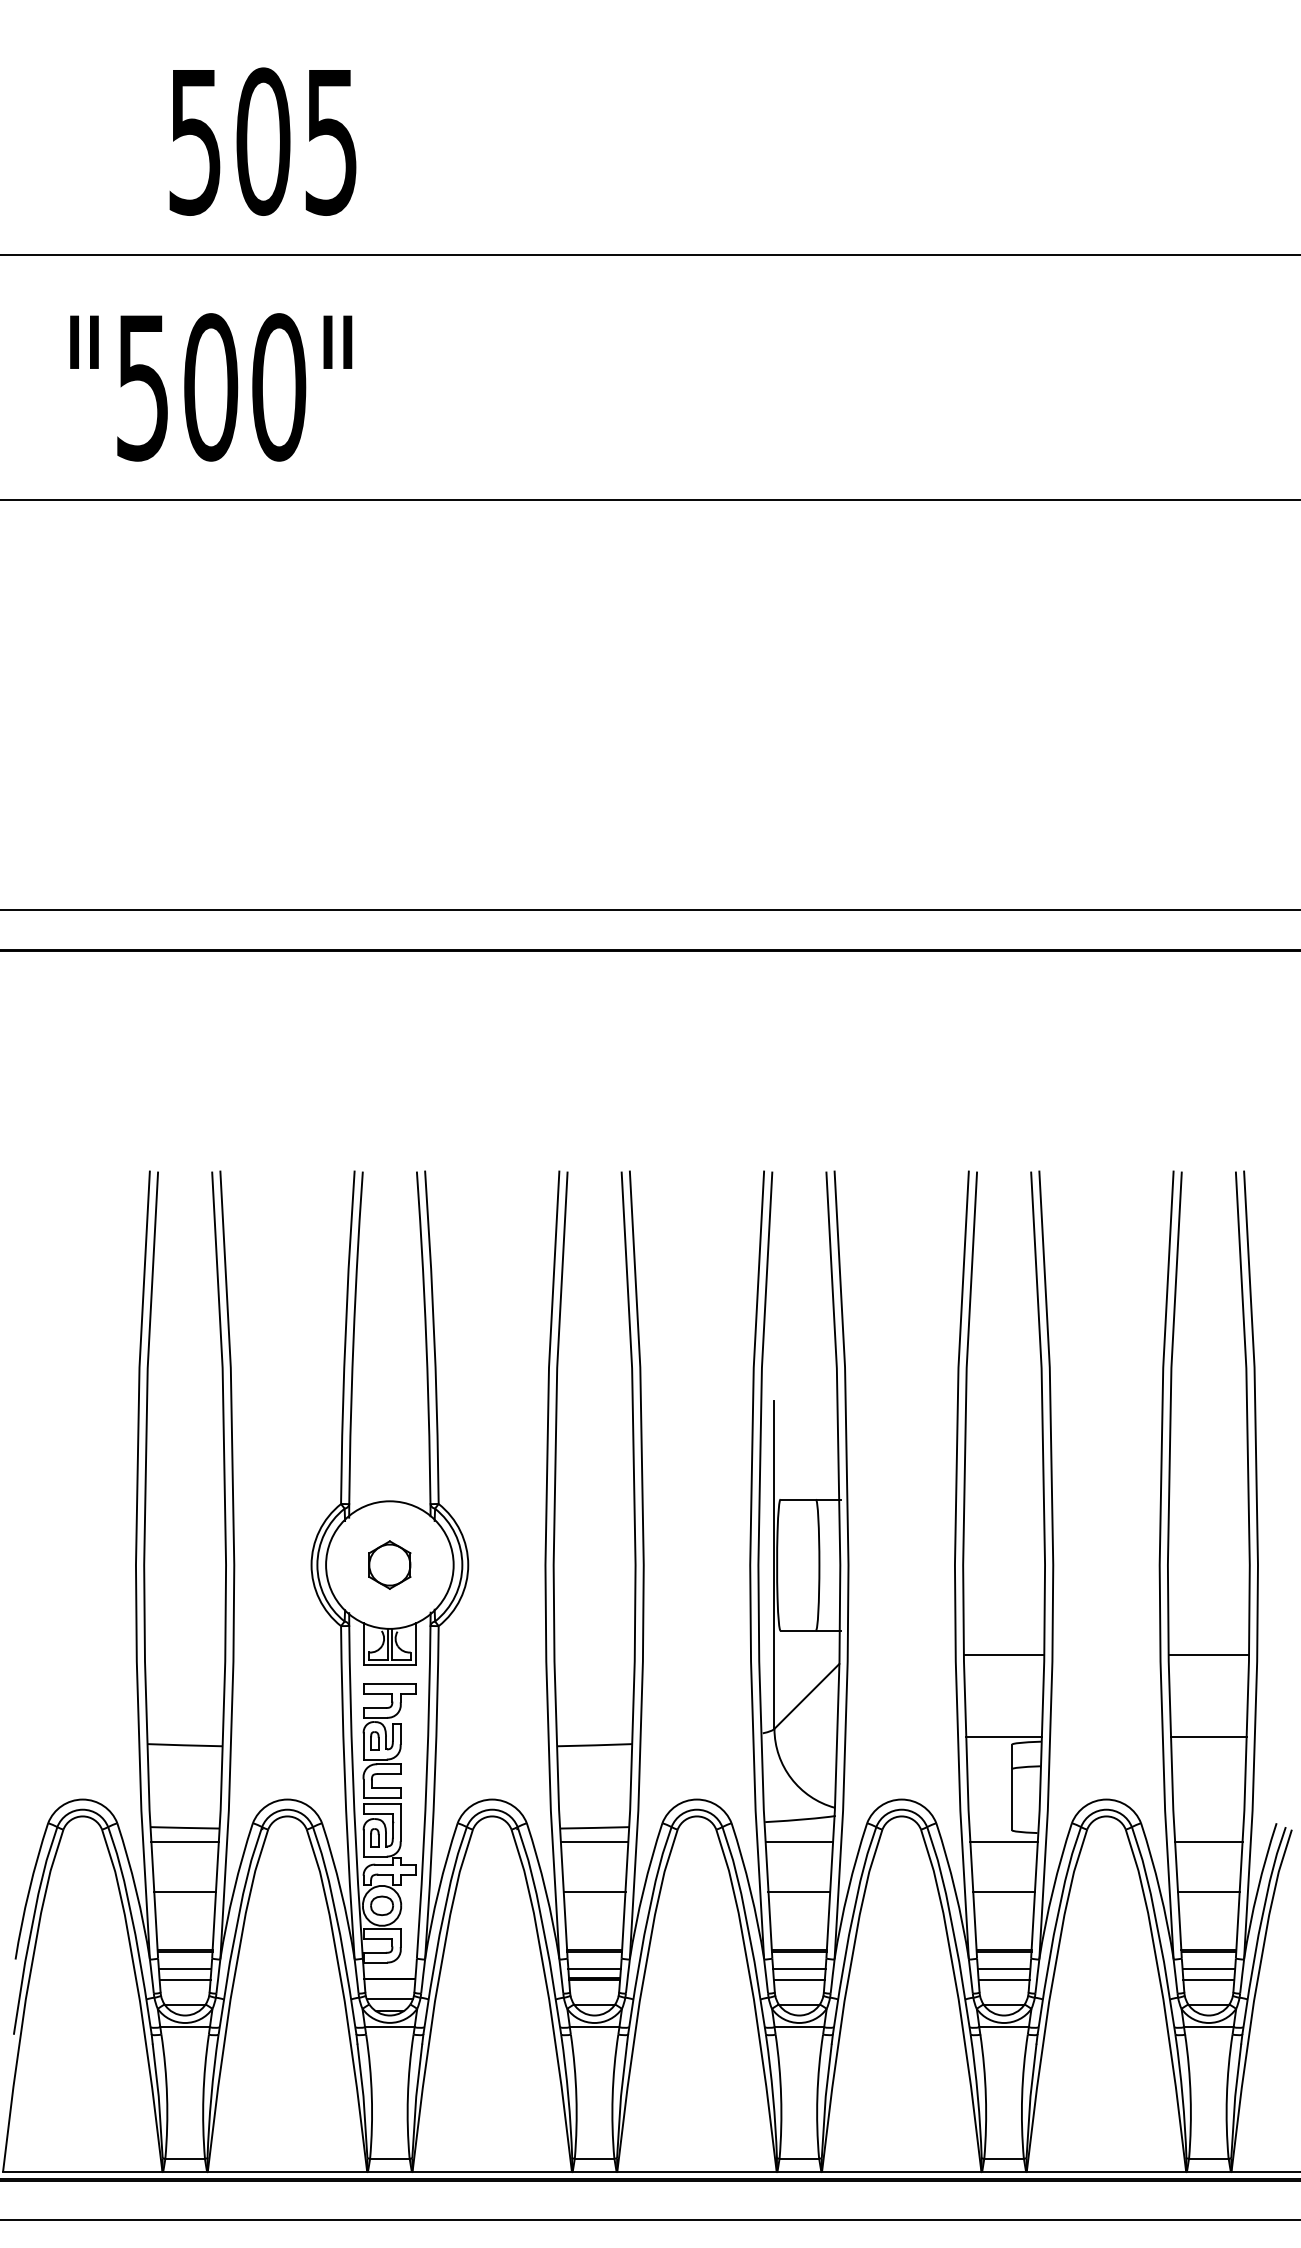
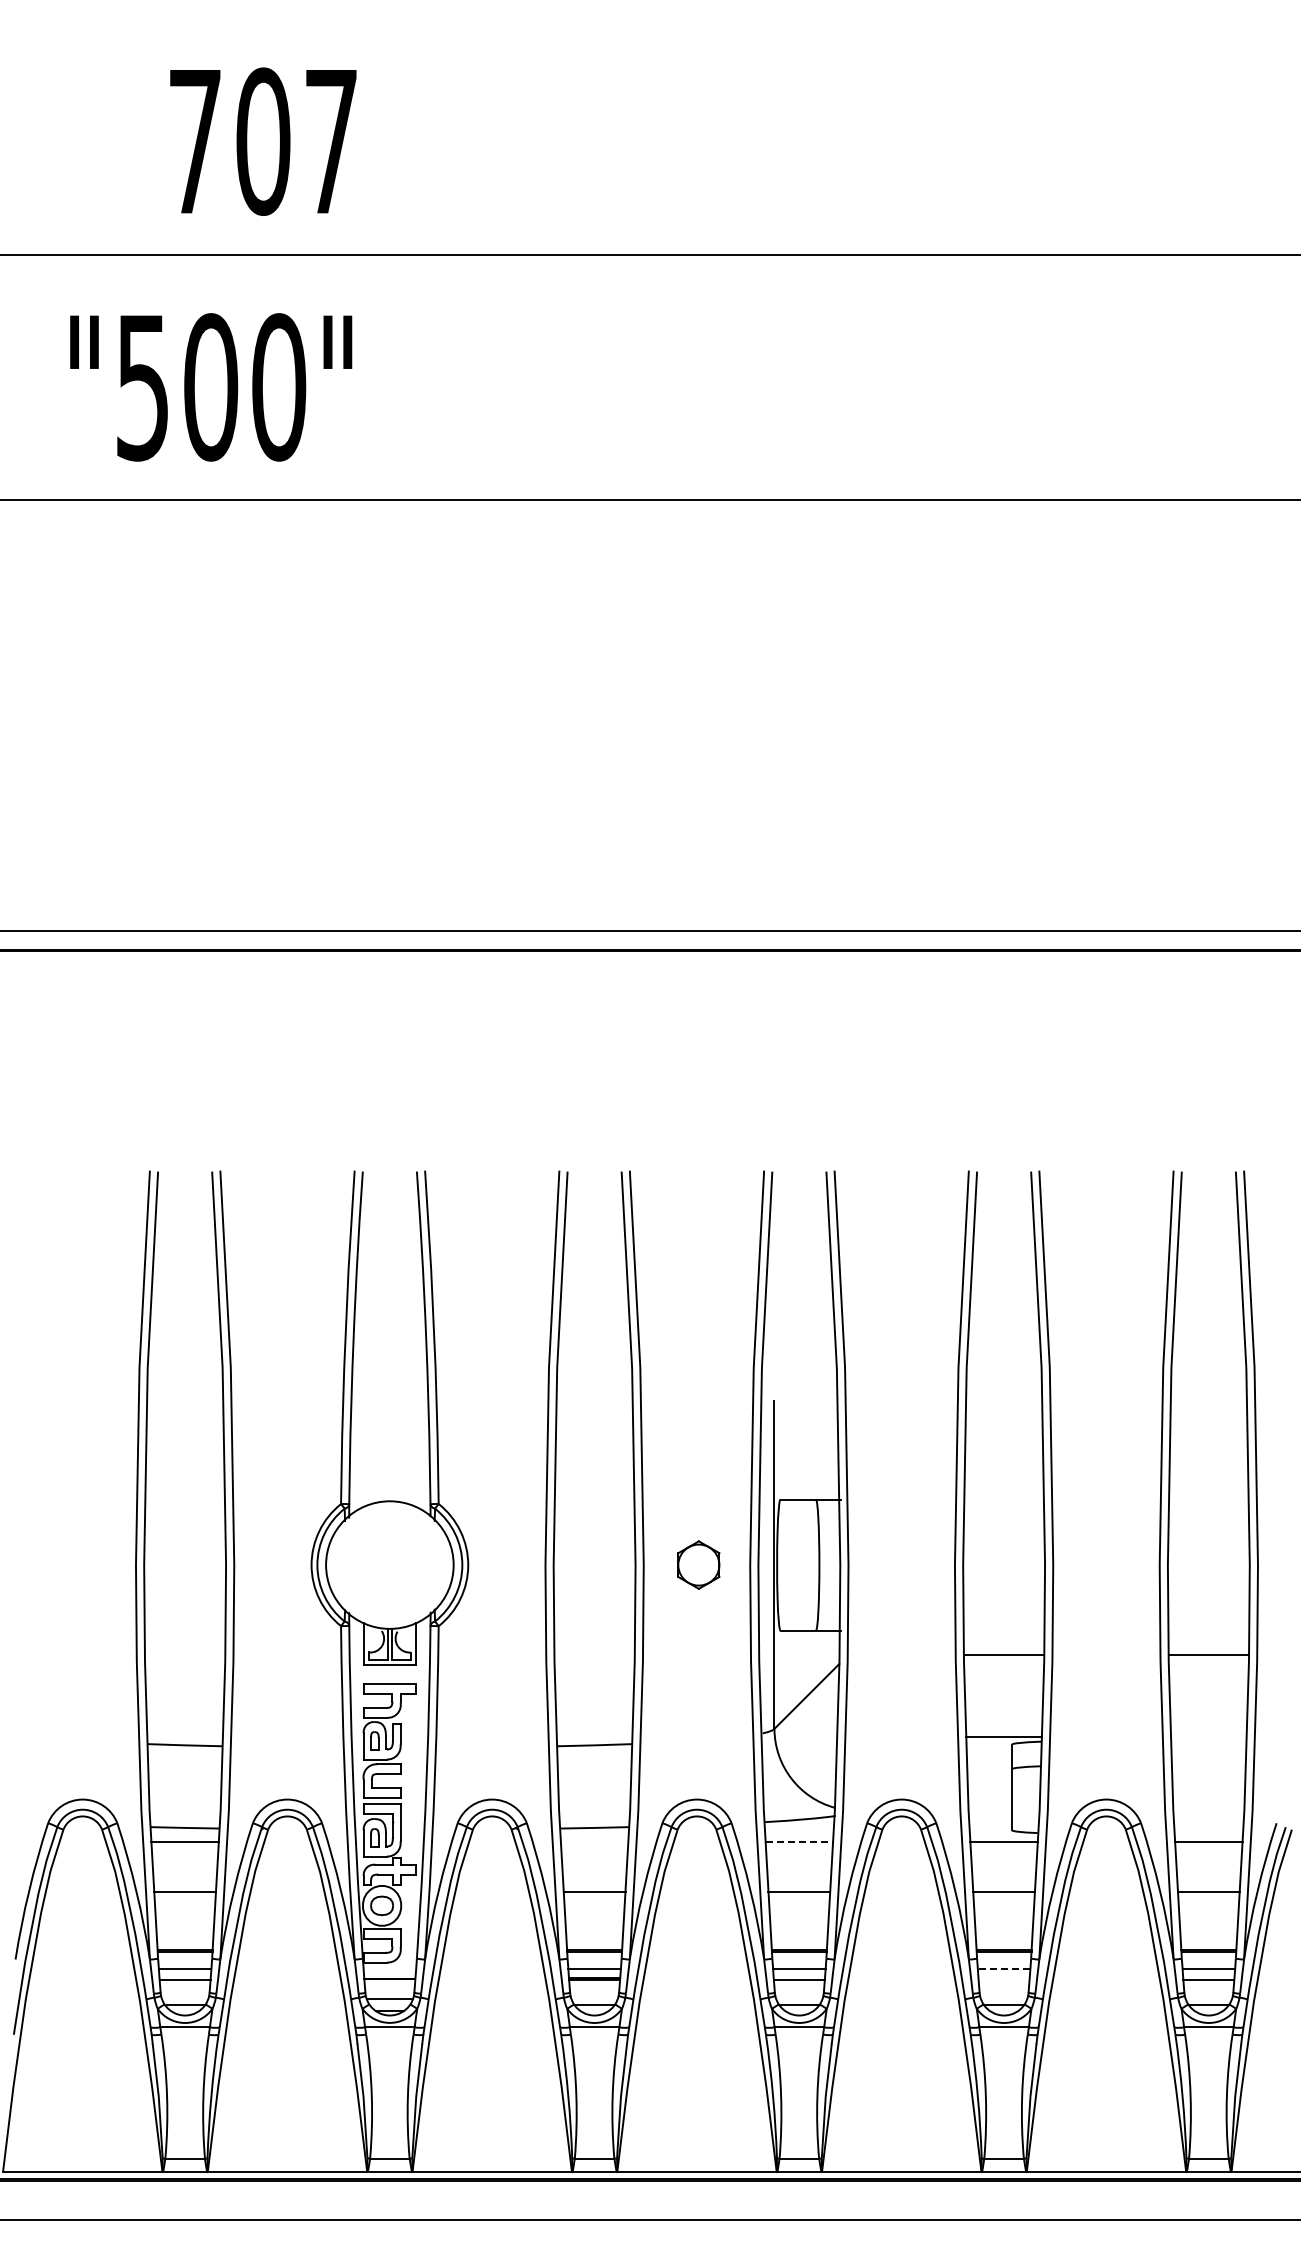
text at (262, 142): 505 -> 707
line at (649, 909) position: (649, 909) -> (649, 930)
part at (389, 1564) position: (389, 1564) -> (698, 1564)
line at (1208, 1737): present -> none
line at (594, 1842): present -> none
line at (799, 1842): solid -> dashed
line at (1003, 1968): solid -> dashed
line at (1003, 1980): present -> none
